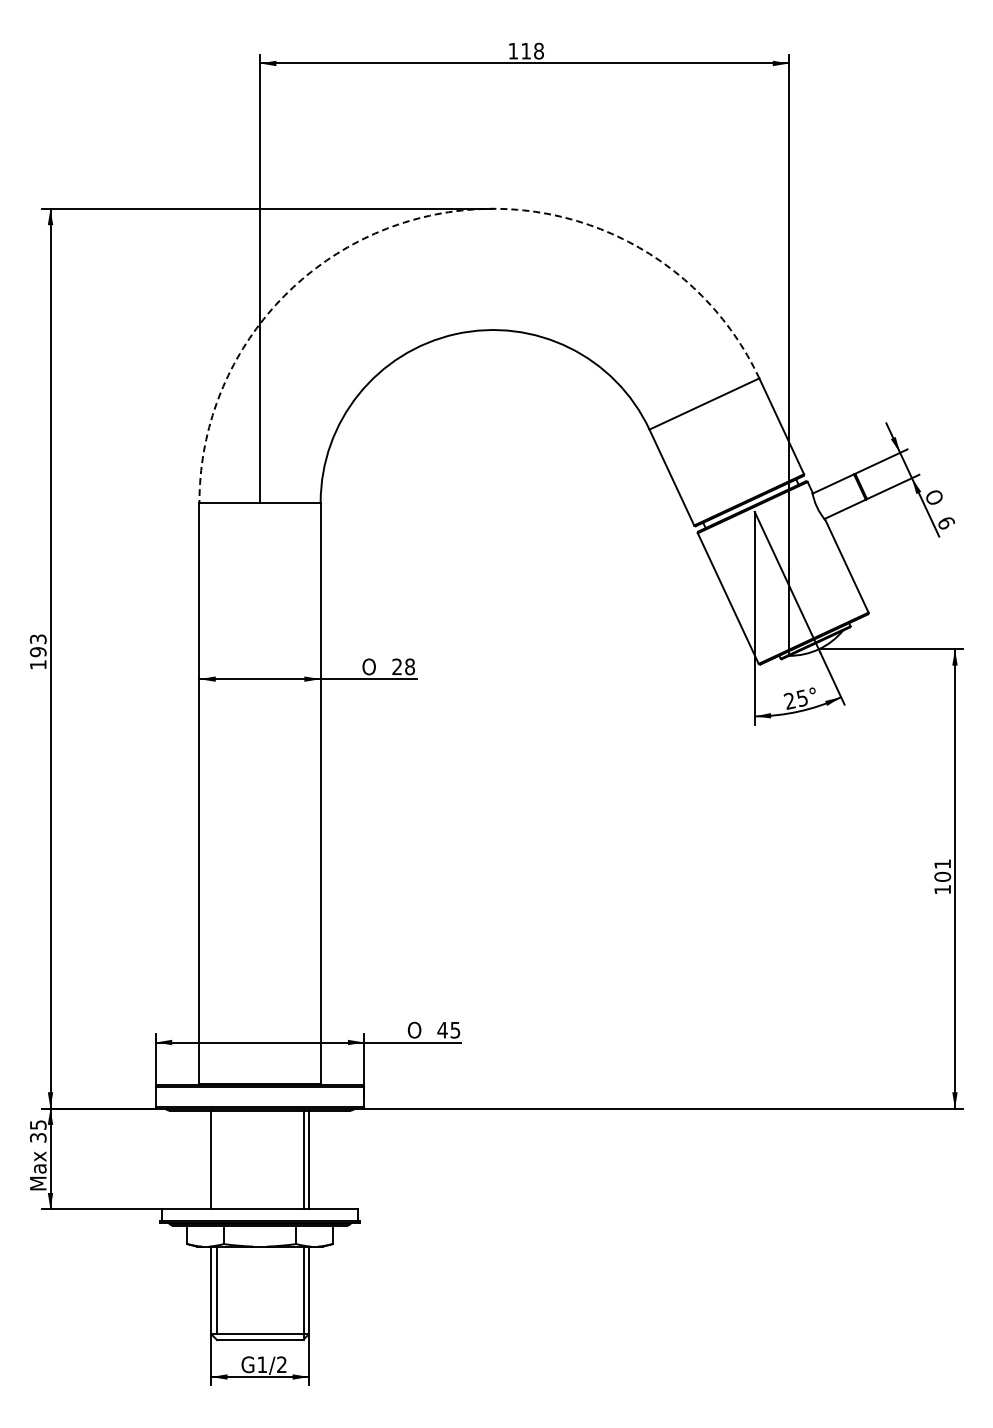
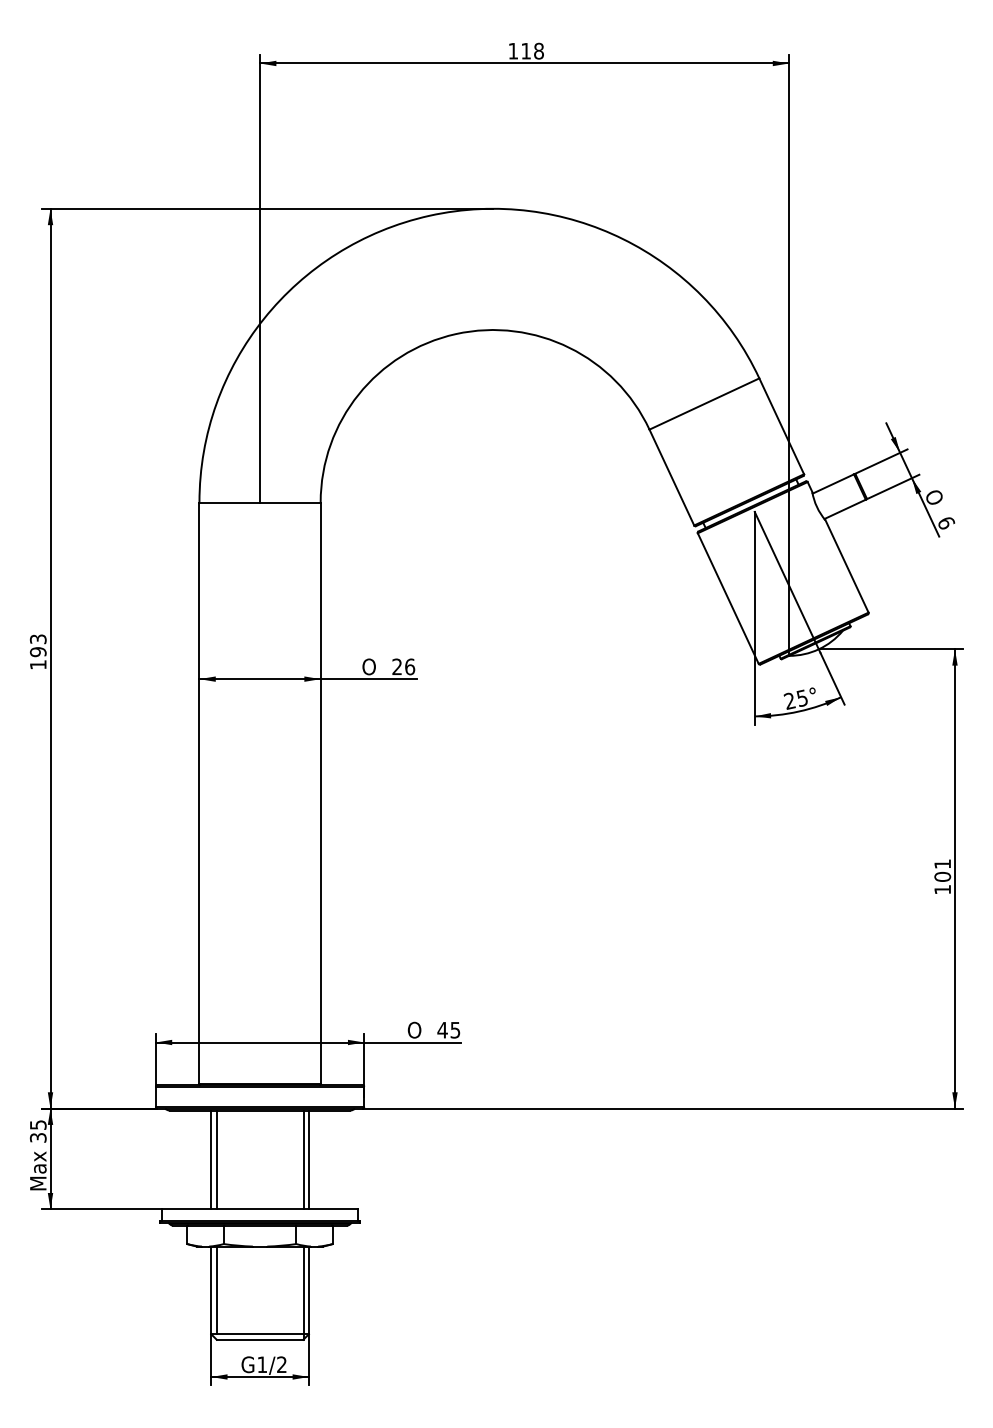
arc at (429, 215): dashed -> solid
text at (410, 666): 28 -> 26
line at (216, 1159): none -> present
